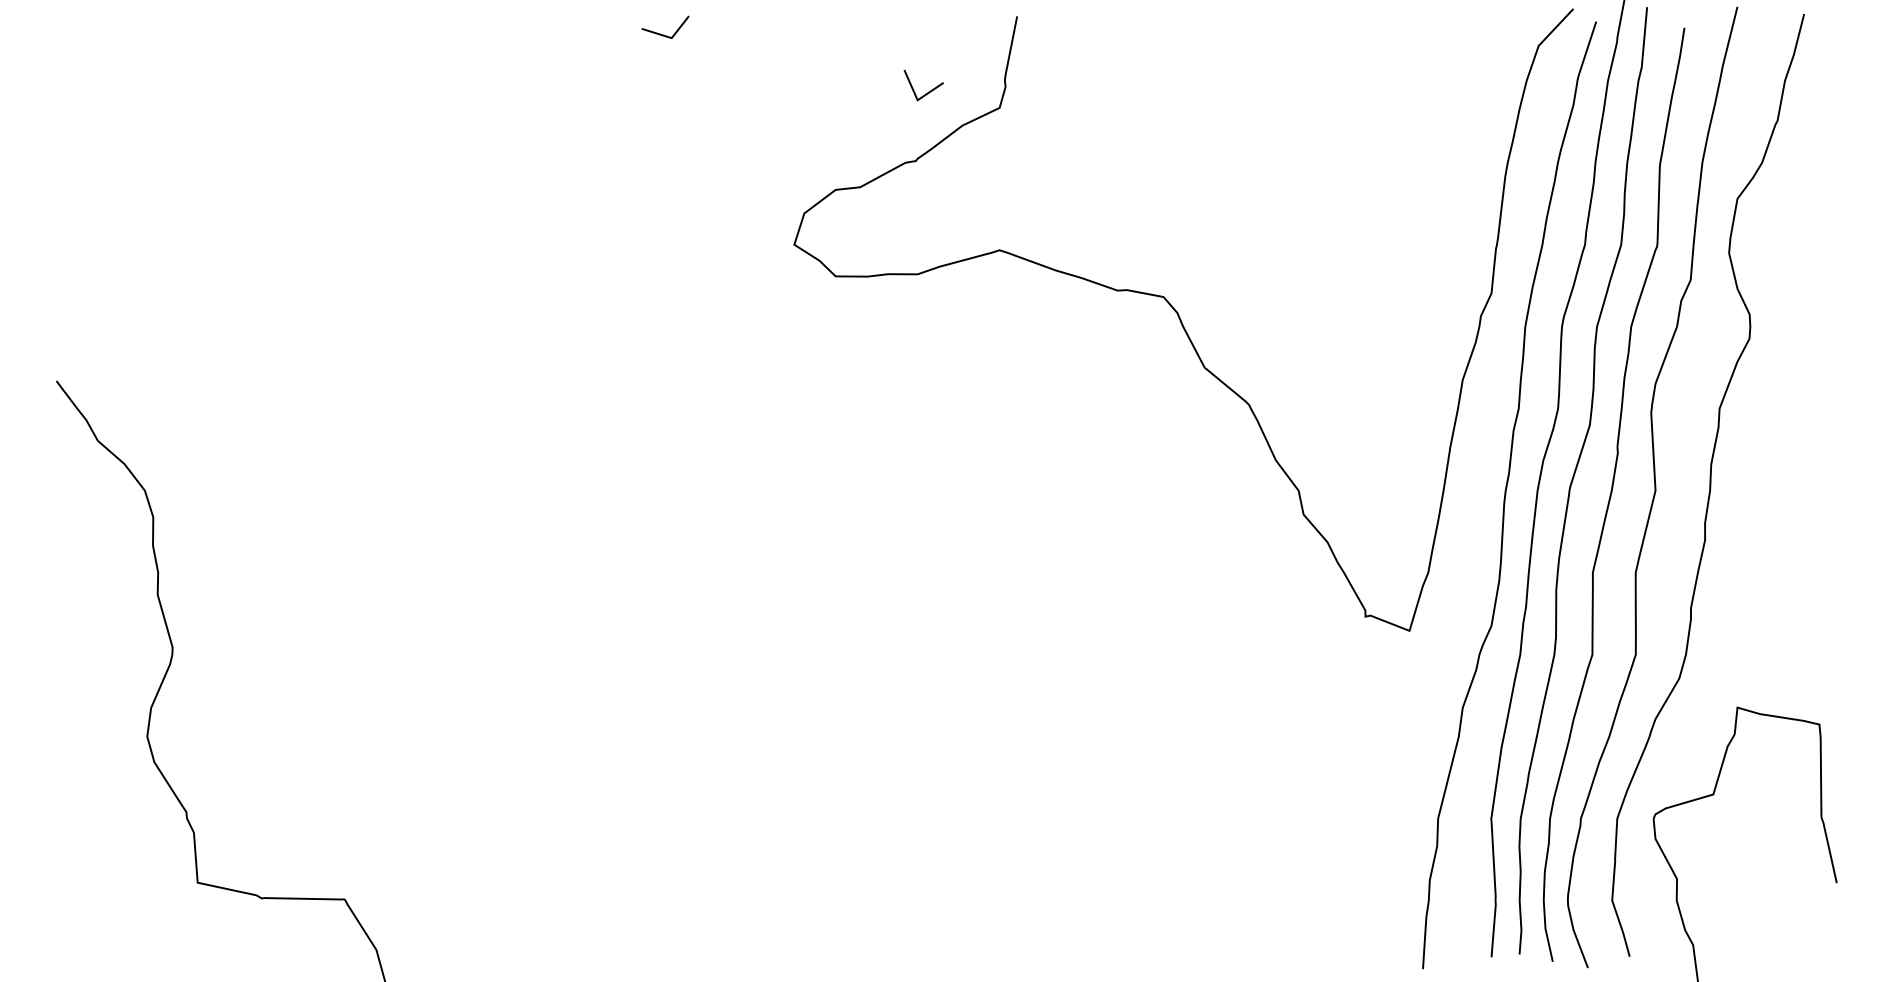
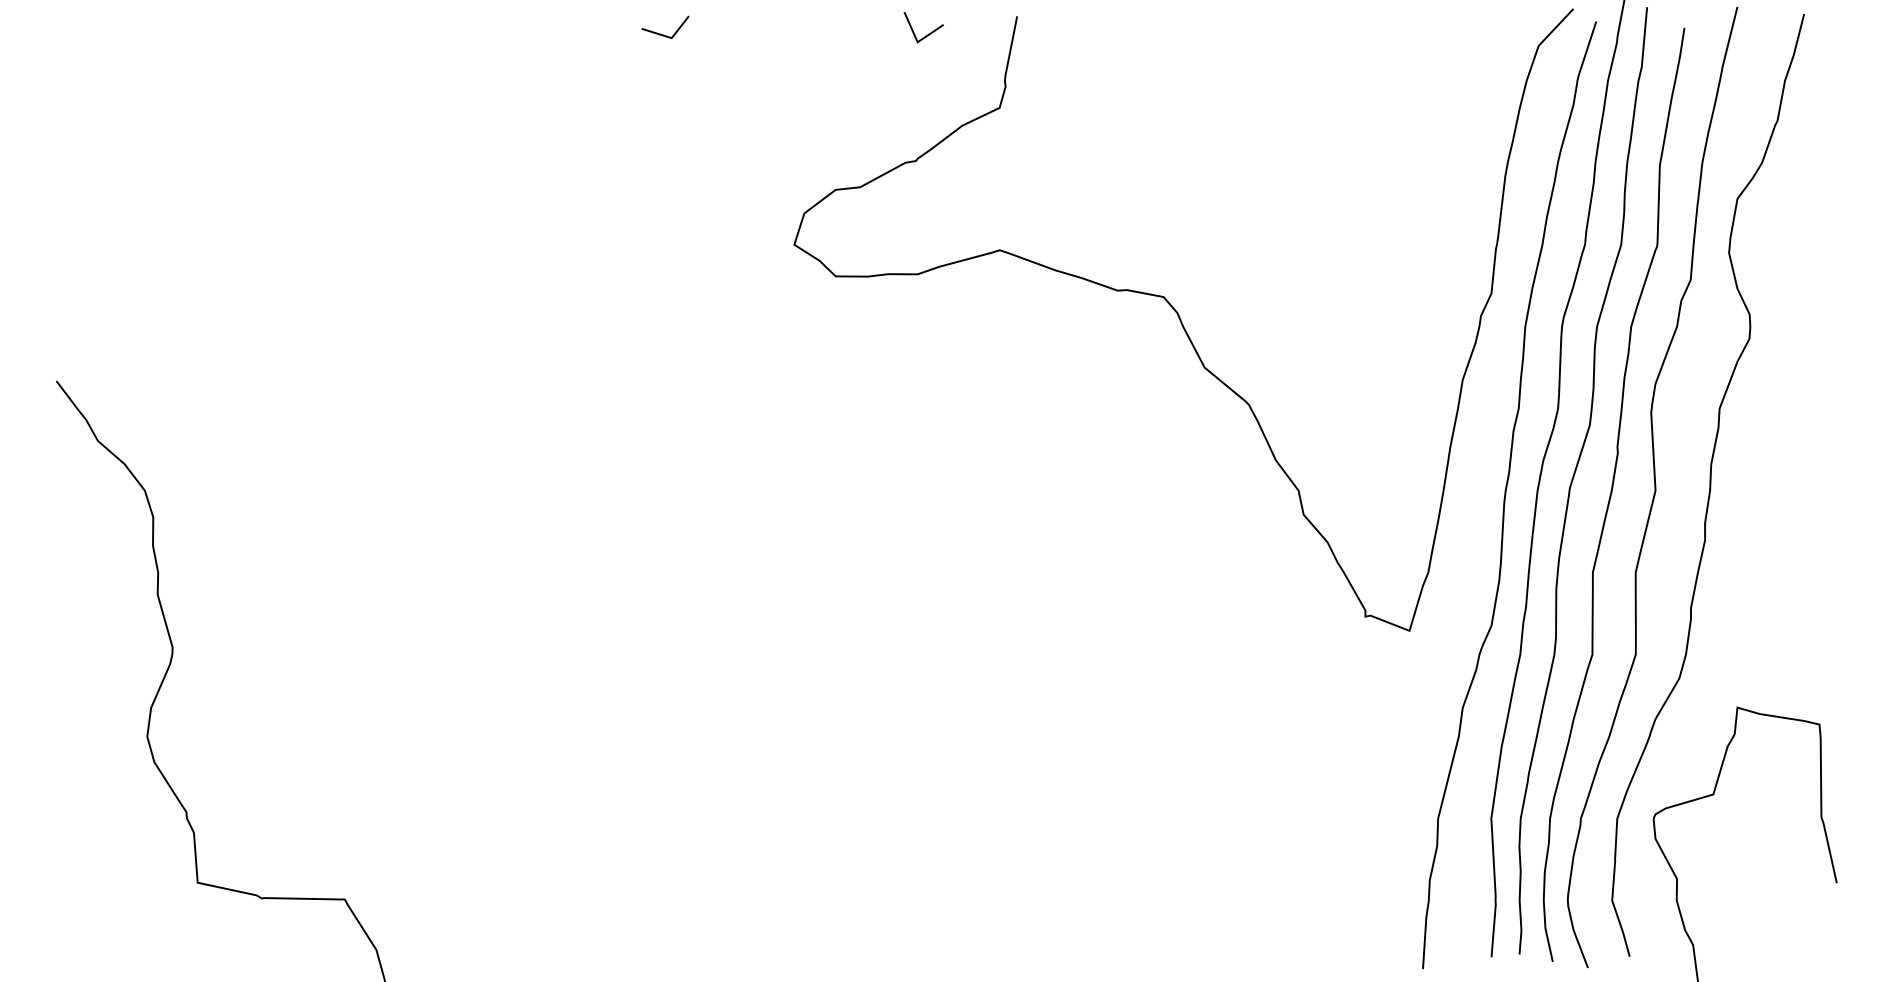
line at (928, 91) position: (928, 91) -> (928, 33)
